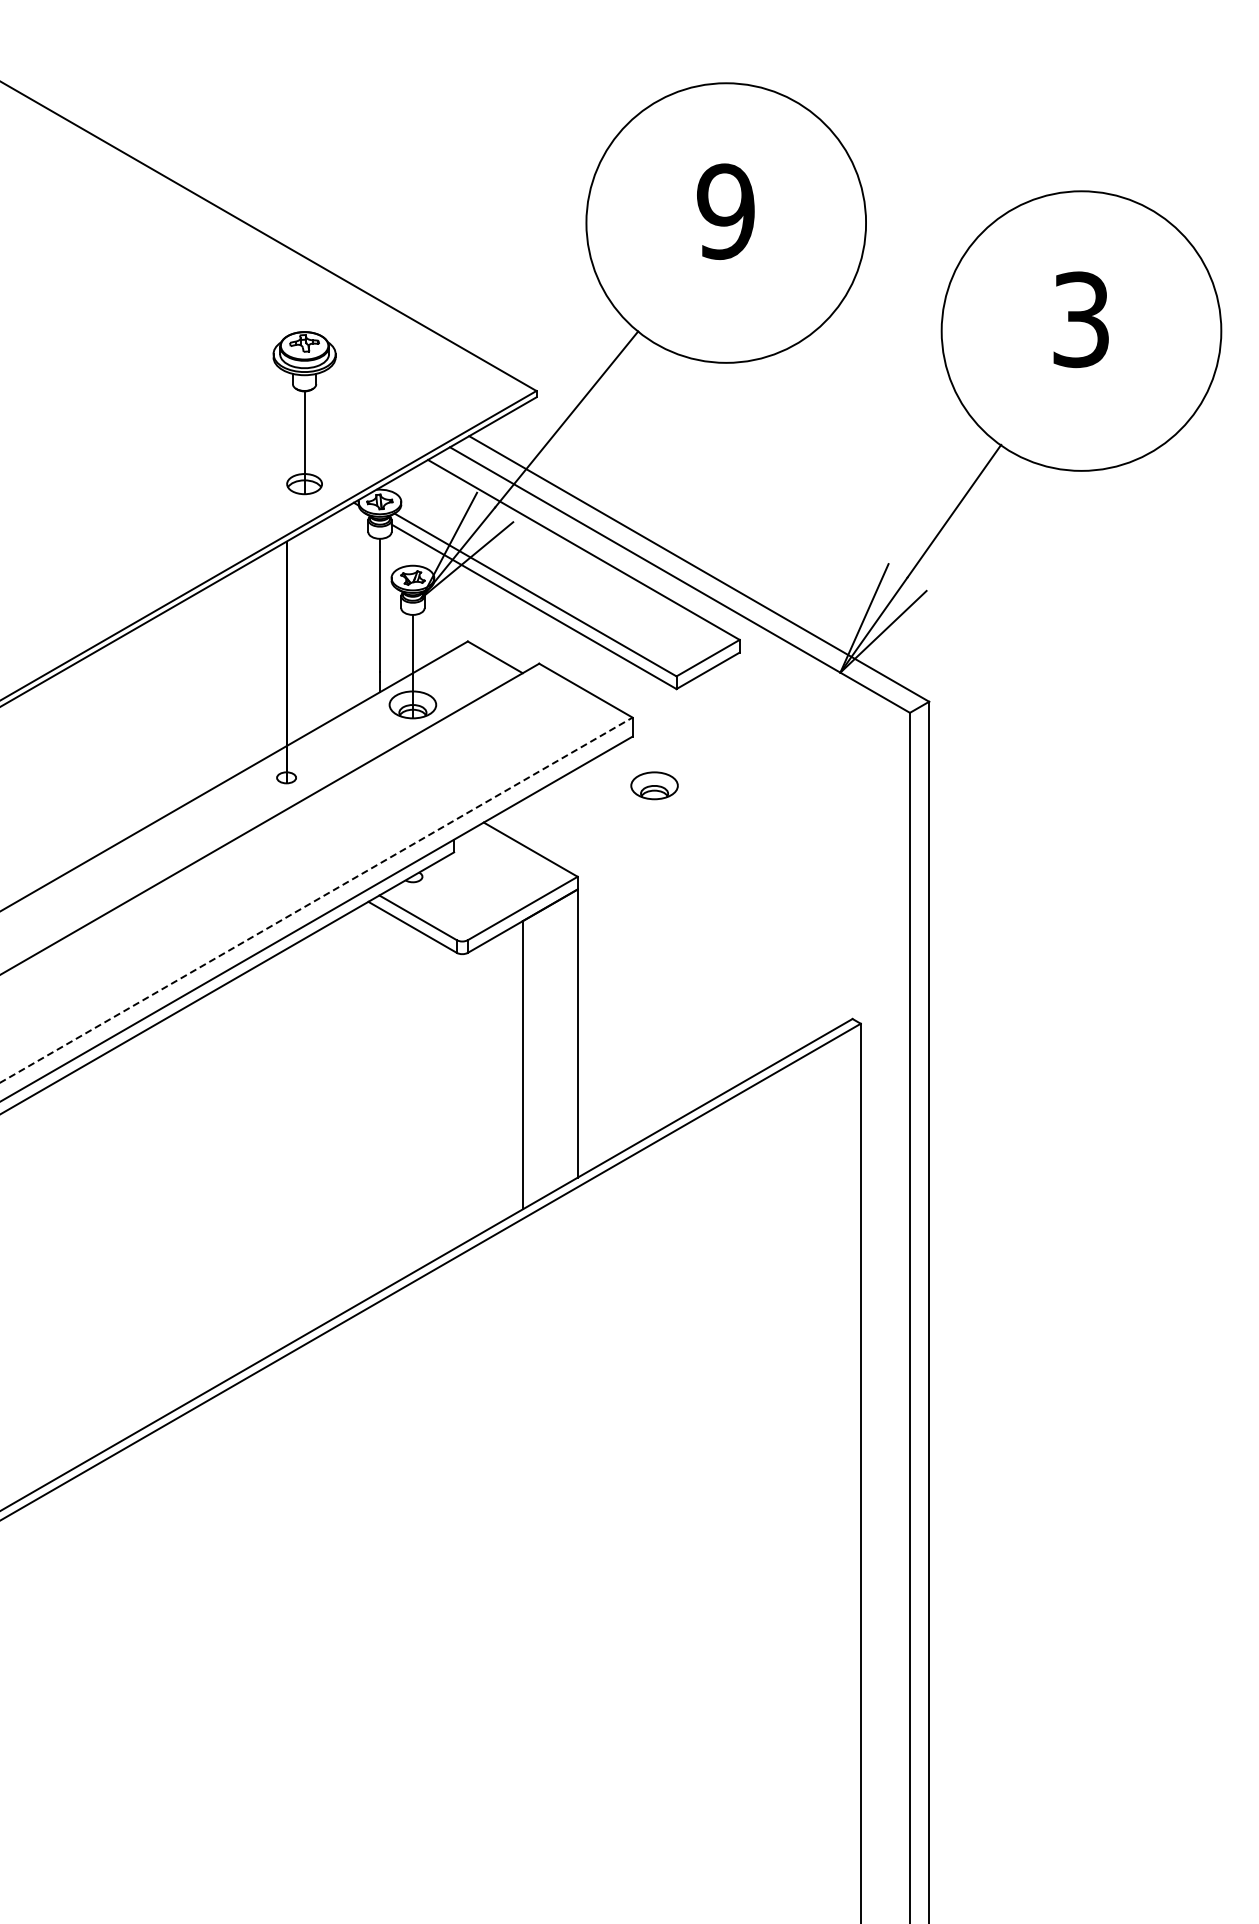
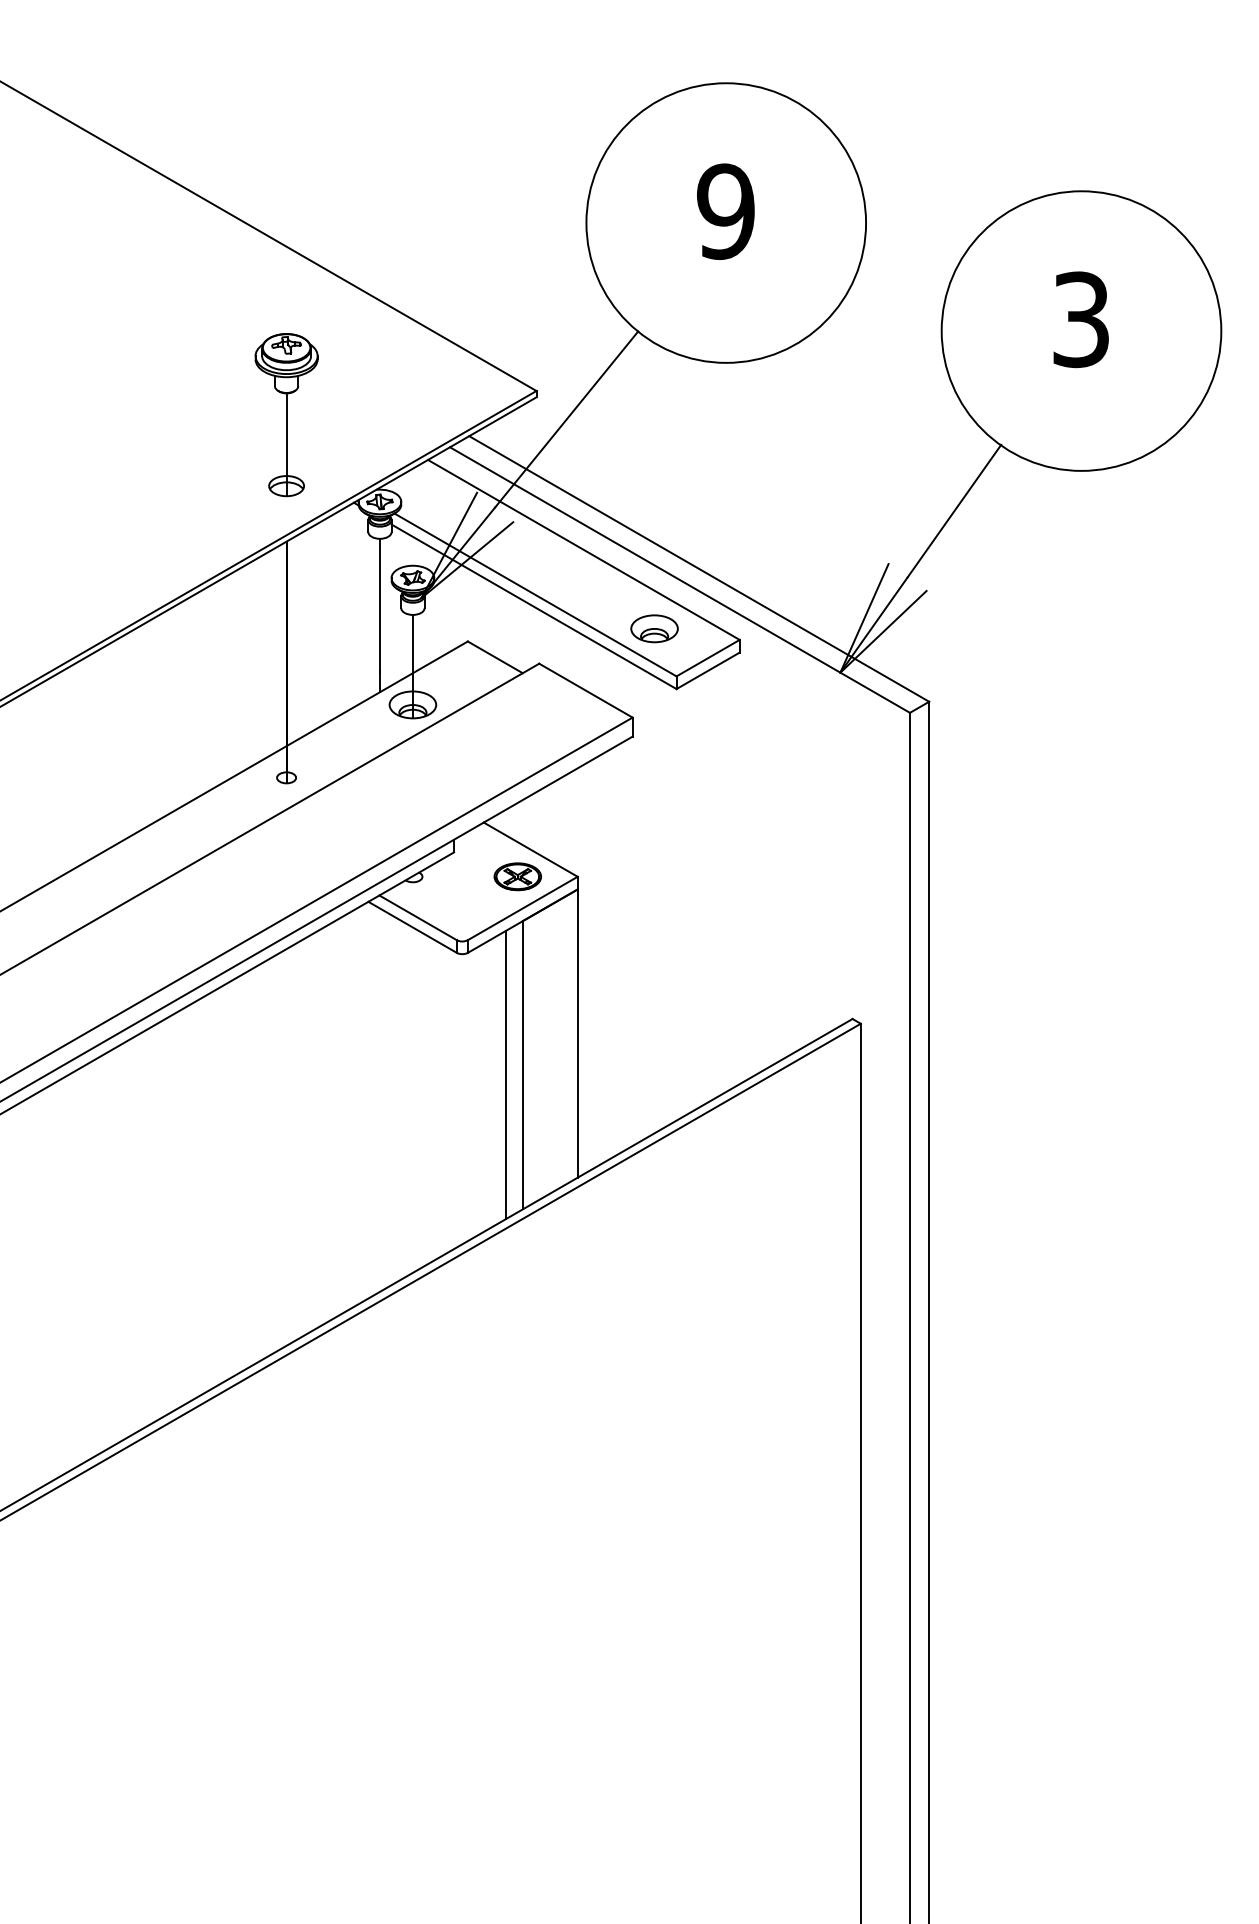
part at (304, 413) position: (304, 413) -> (286, 415)
part at (654, 785) position: (654, 785) -> (654, 628)
part at (517, 876): none -> present
line at (316, 900): dashed -> solid
line at (506, 1074): none -> present
